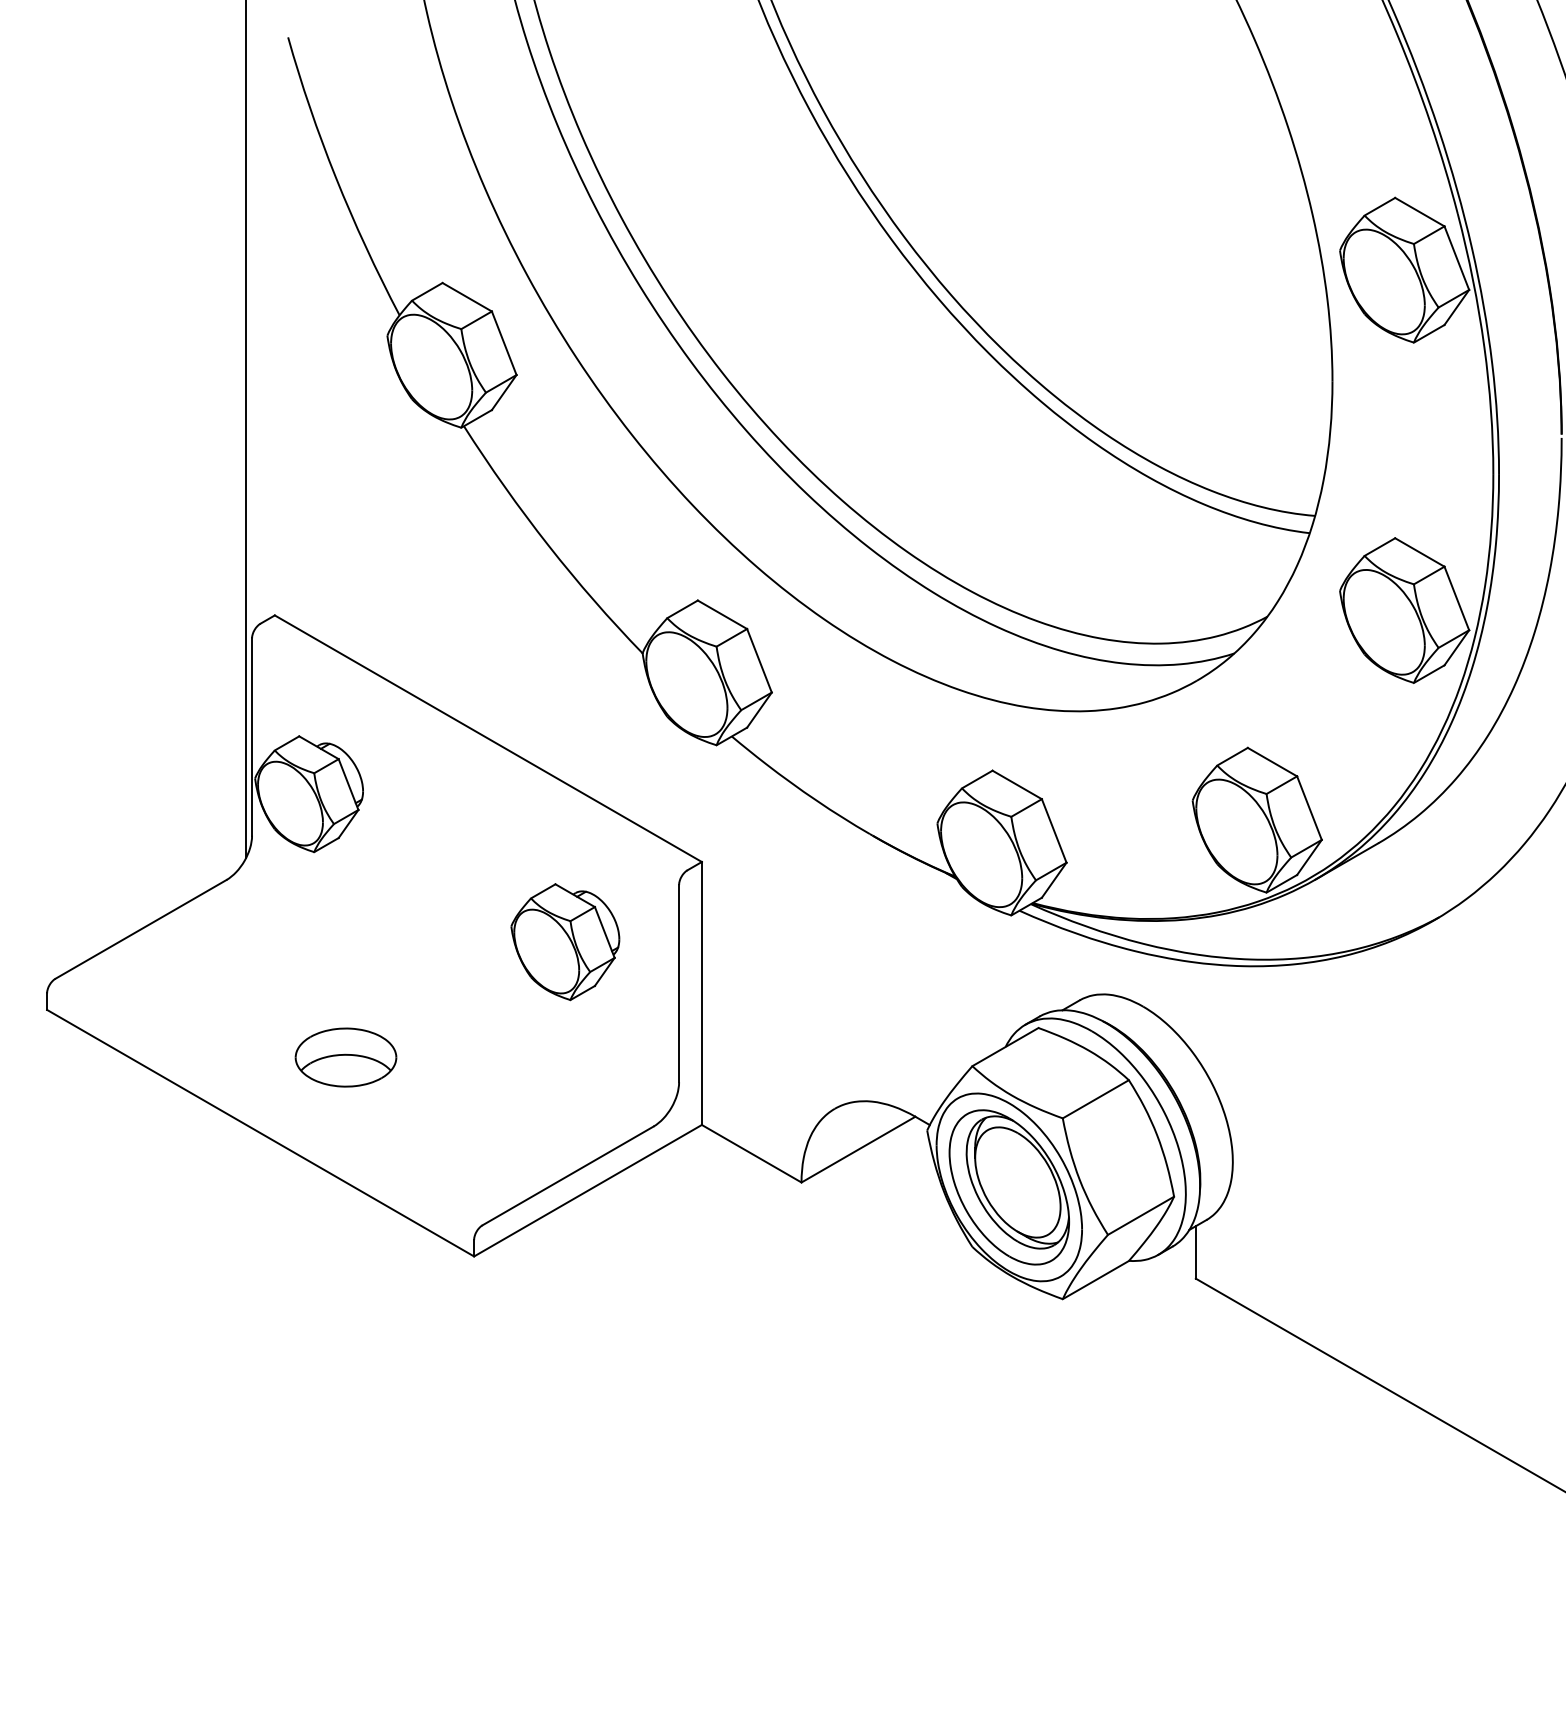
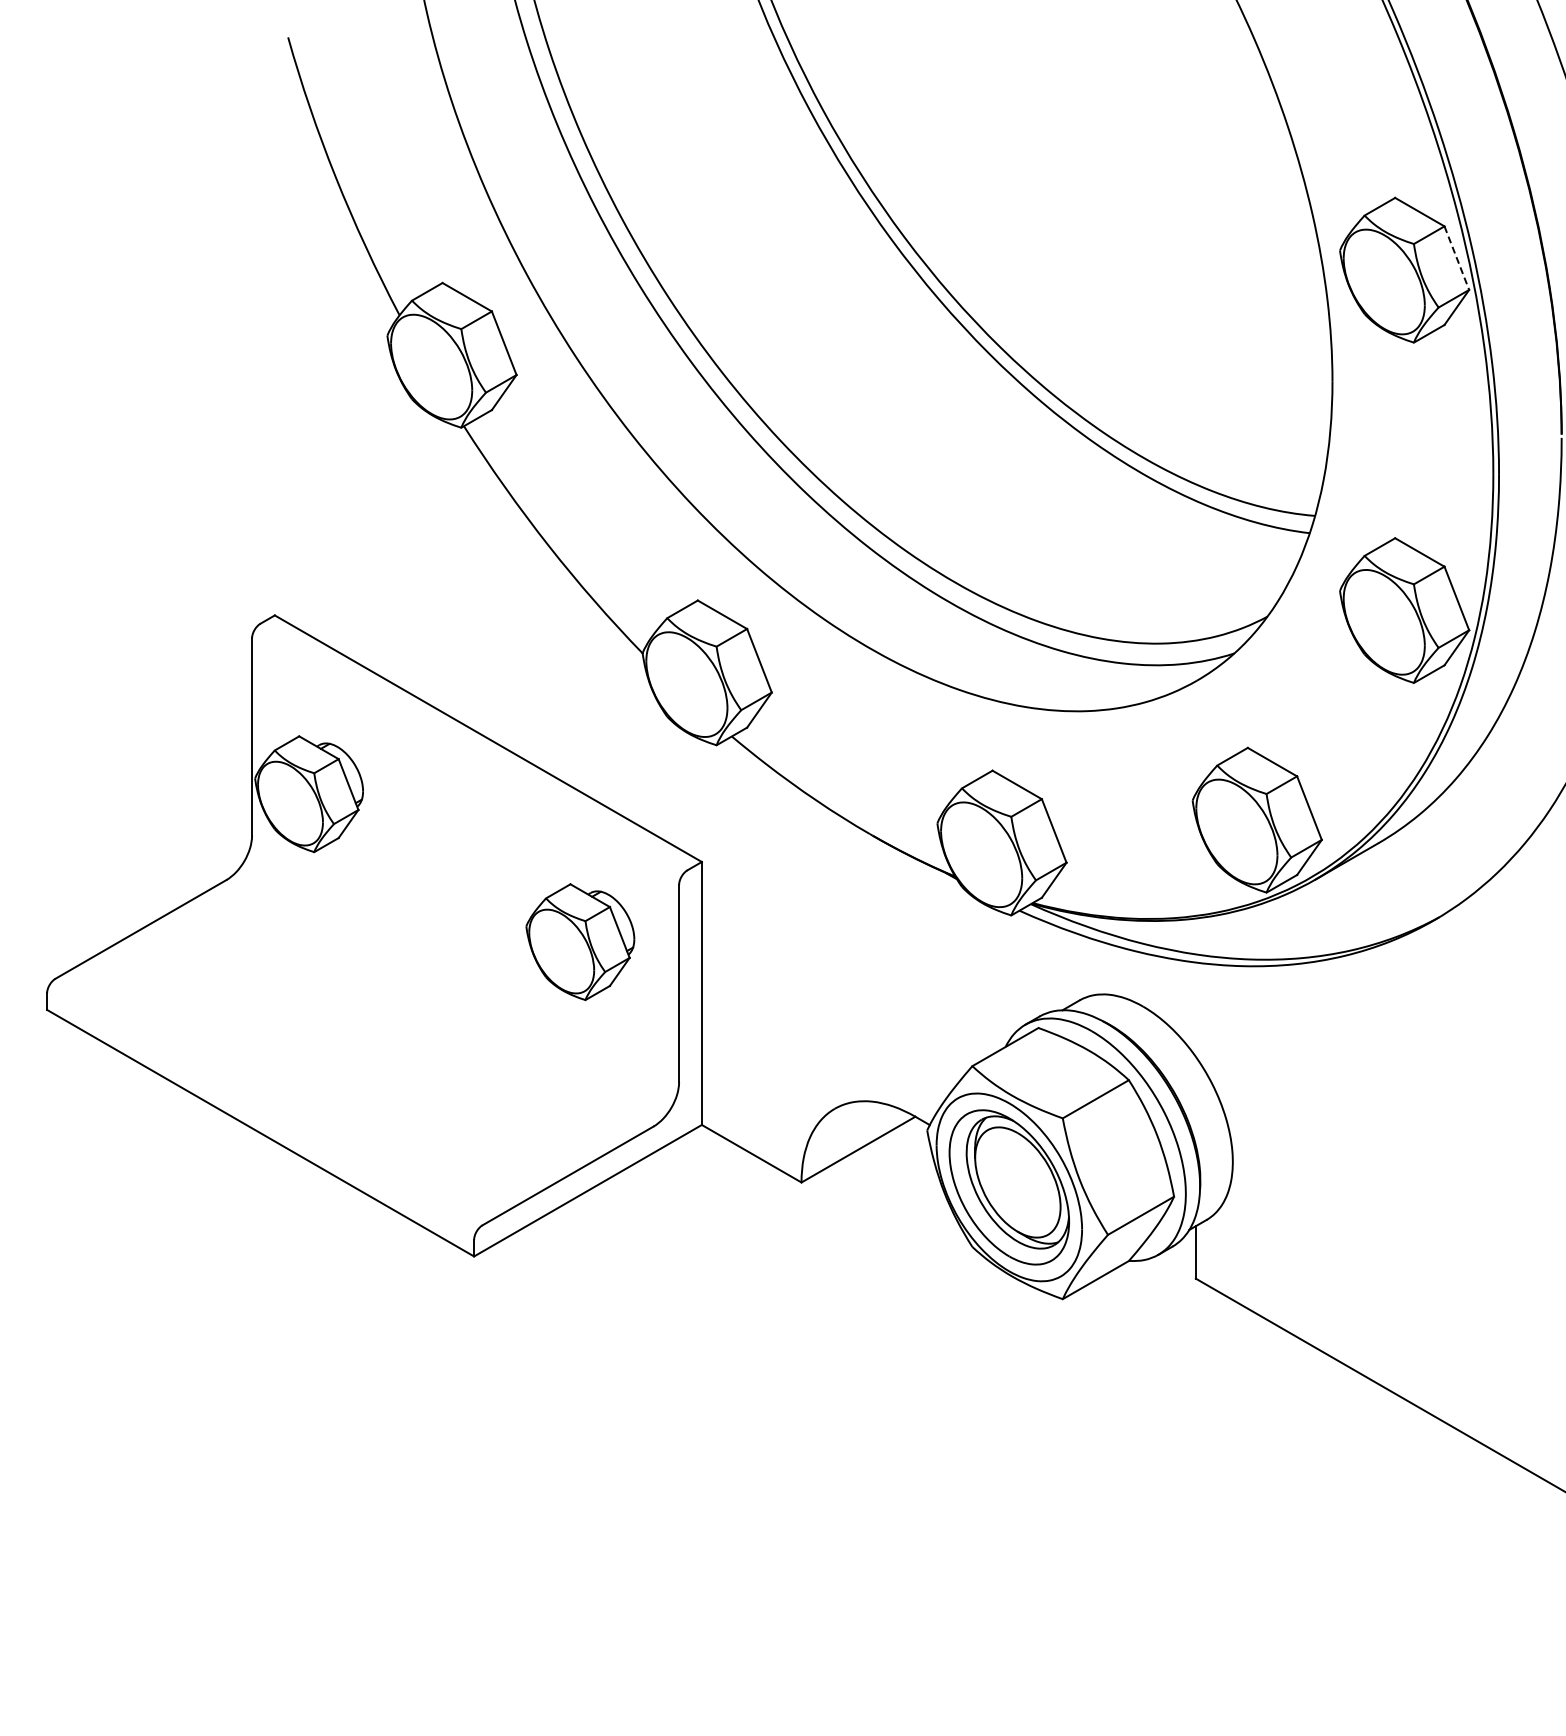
line at (1457, 258): solid -> dashed
line at (246, 429): present -> none
part at (565, 942) position: (565, 942) -> (580, 942)
part at (345, 1057): present -> none
